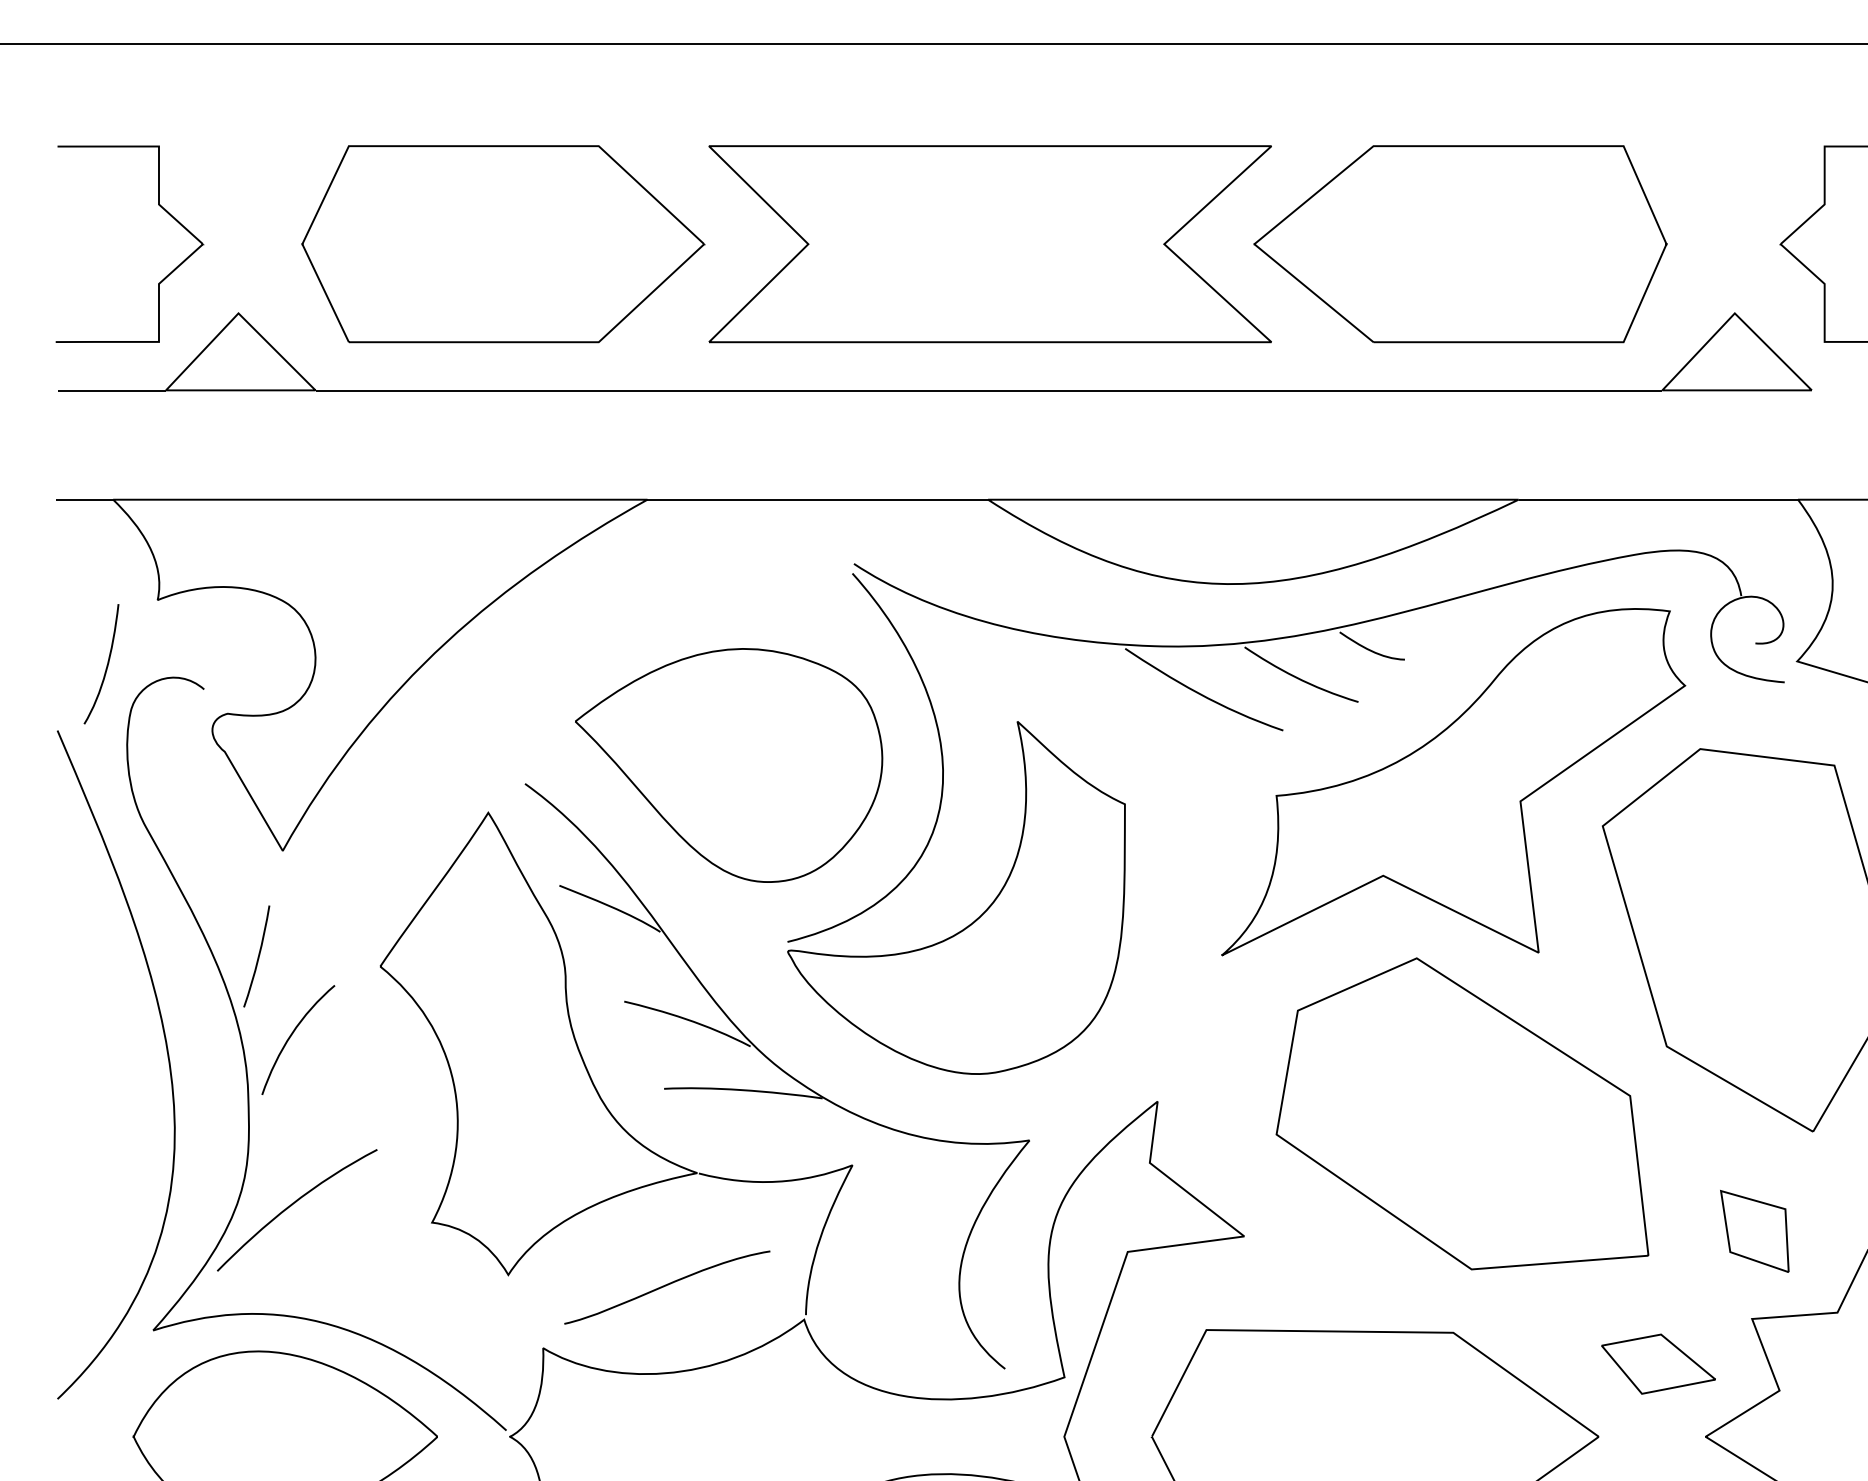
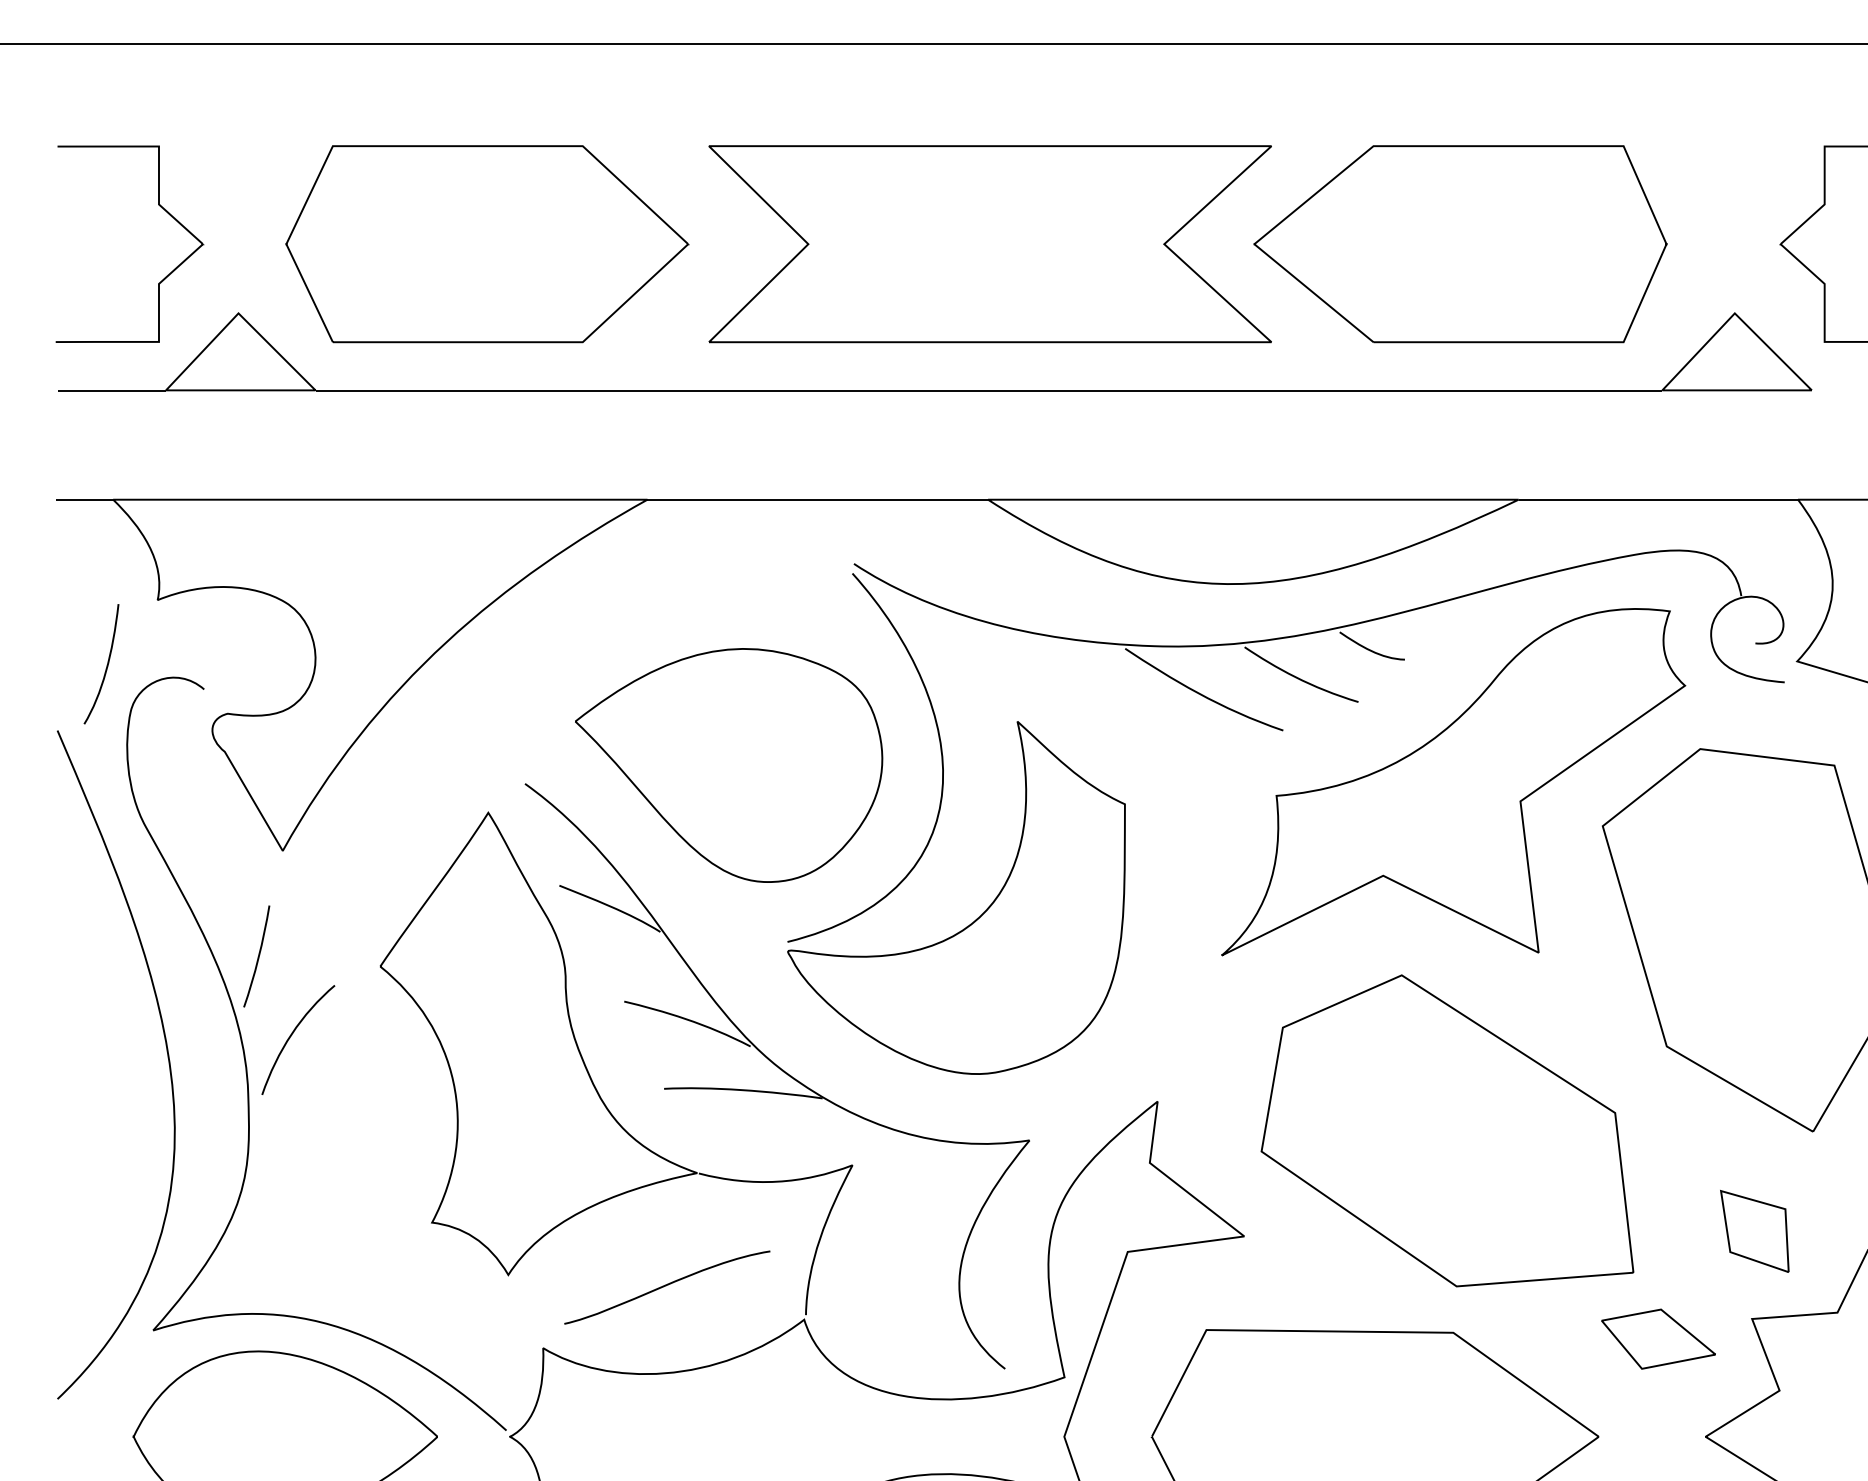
part at (503, 244) position: (503, 244) -> (487, 244)
part at (1462, 1113) position: (1462, 1113) -> (1447, 1130)
curve at (292, 1205): present -> none
part at (1658, 1363) position: (1658, 1363) -> (1658, 1338)
